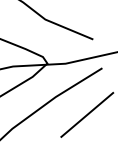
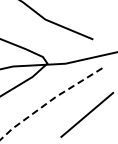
line at (49, 101): solid -> dashed
